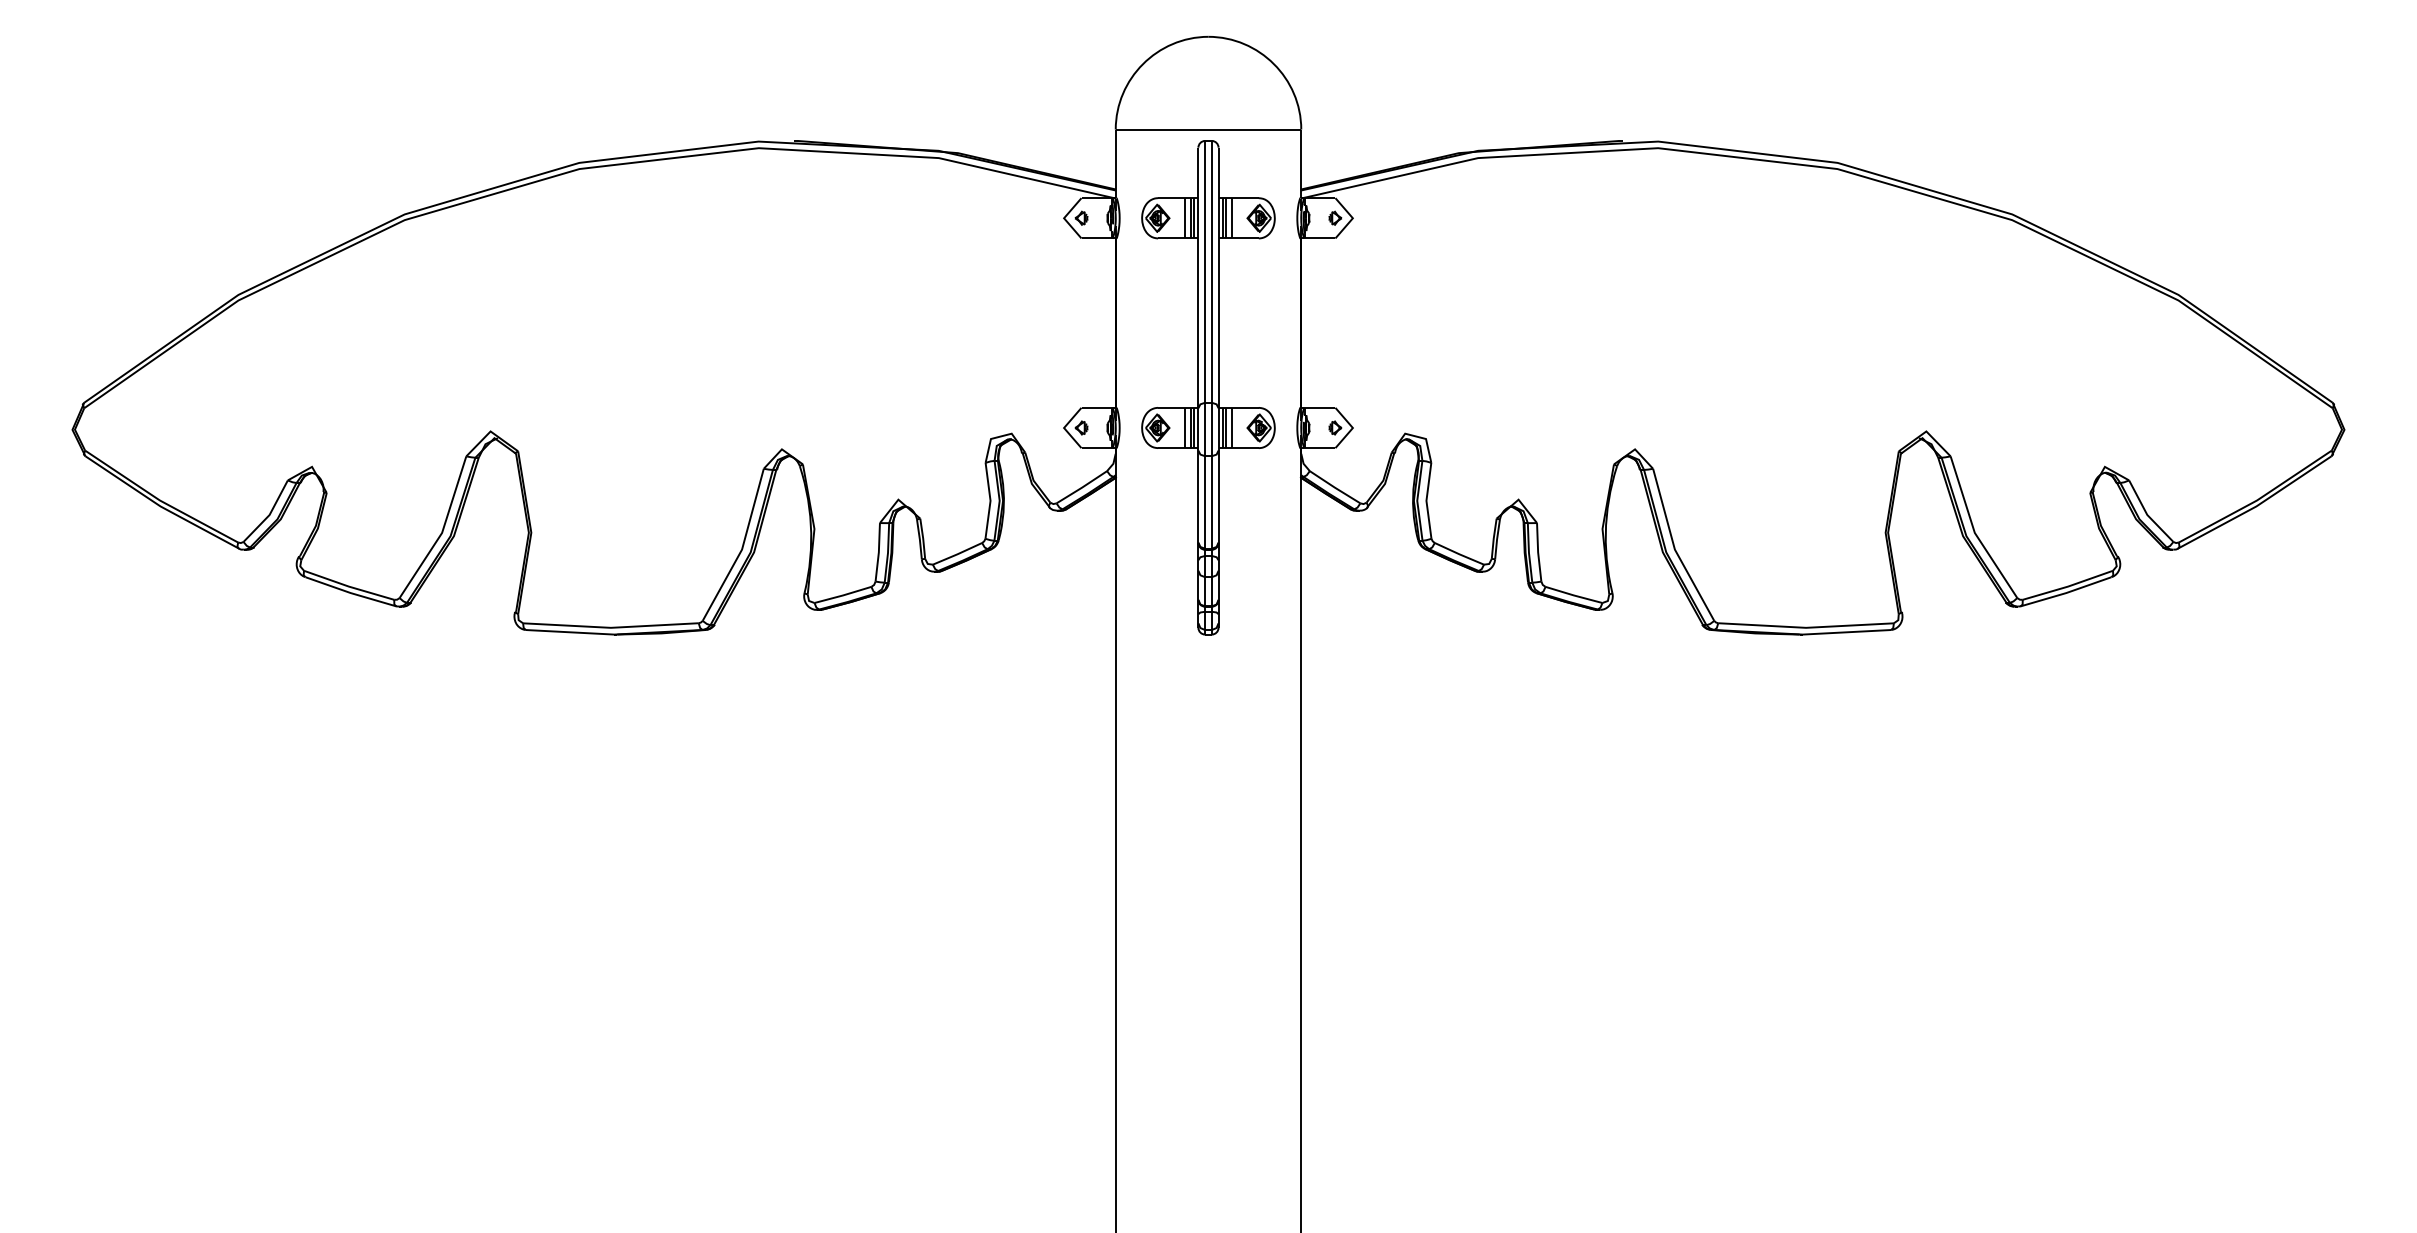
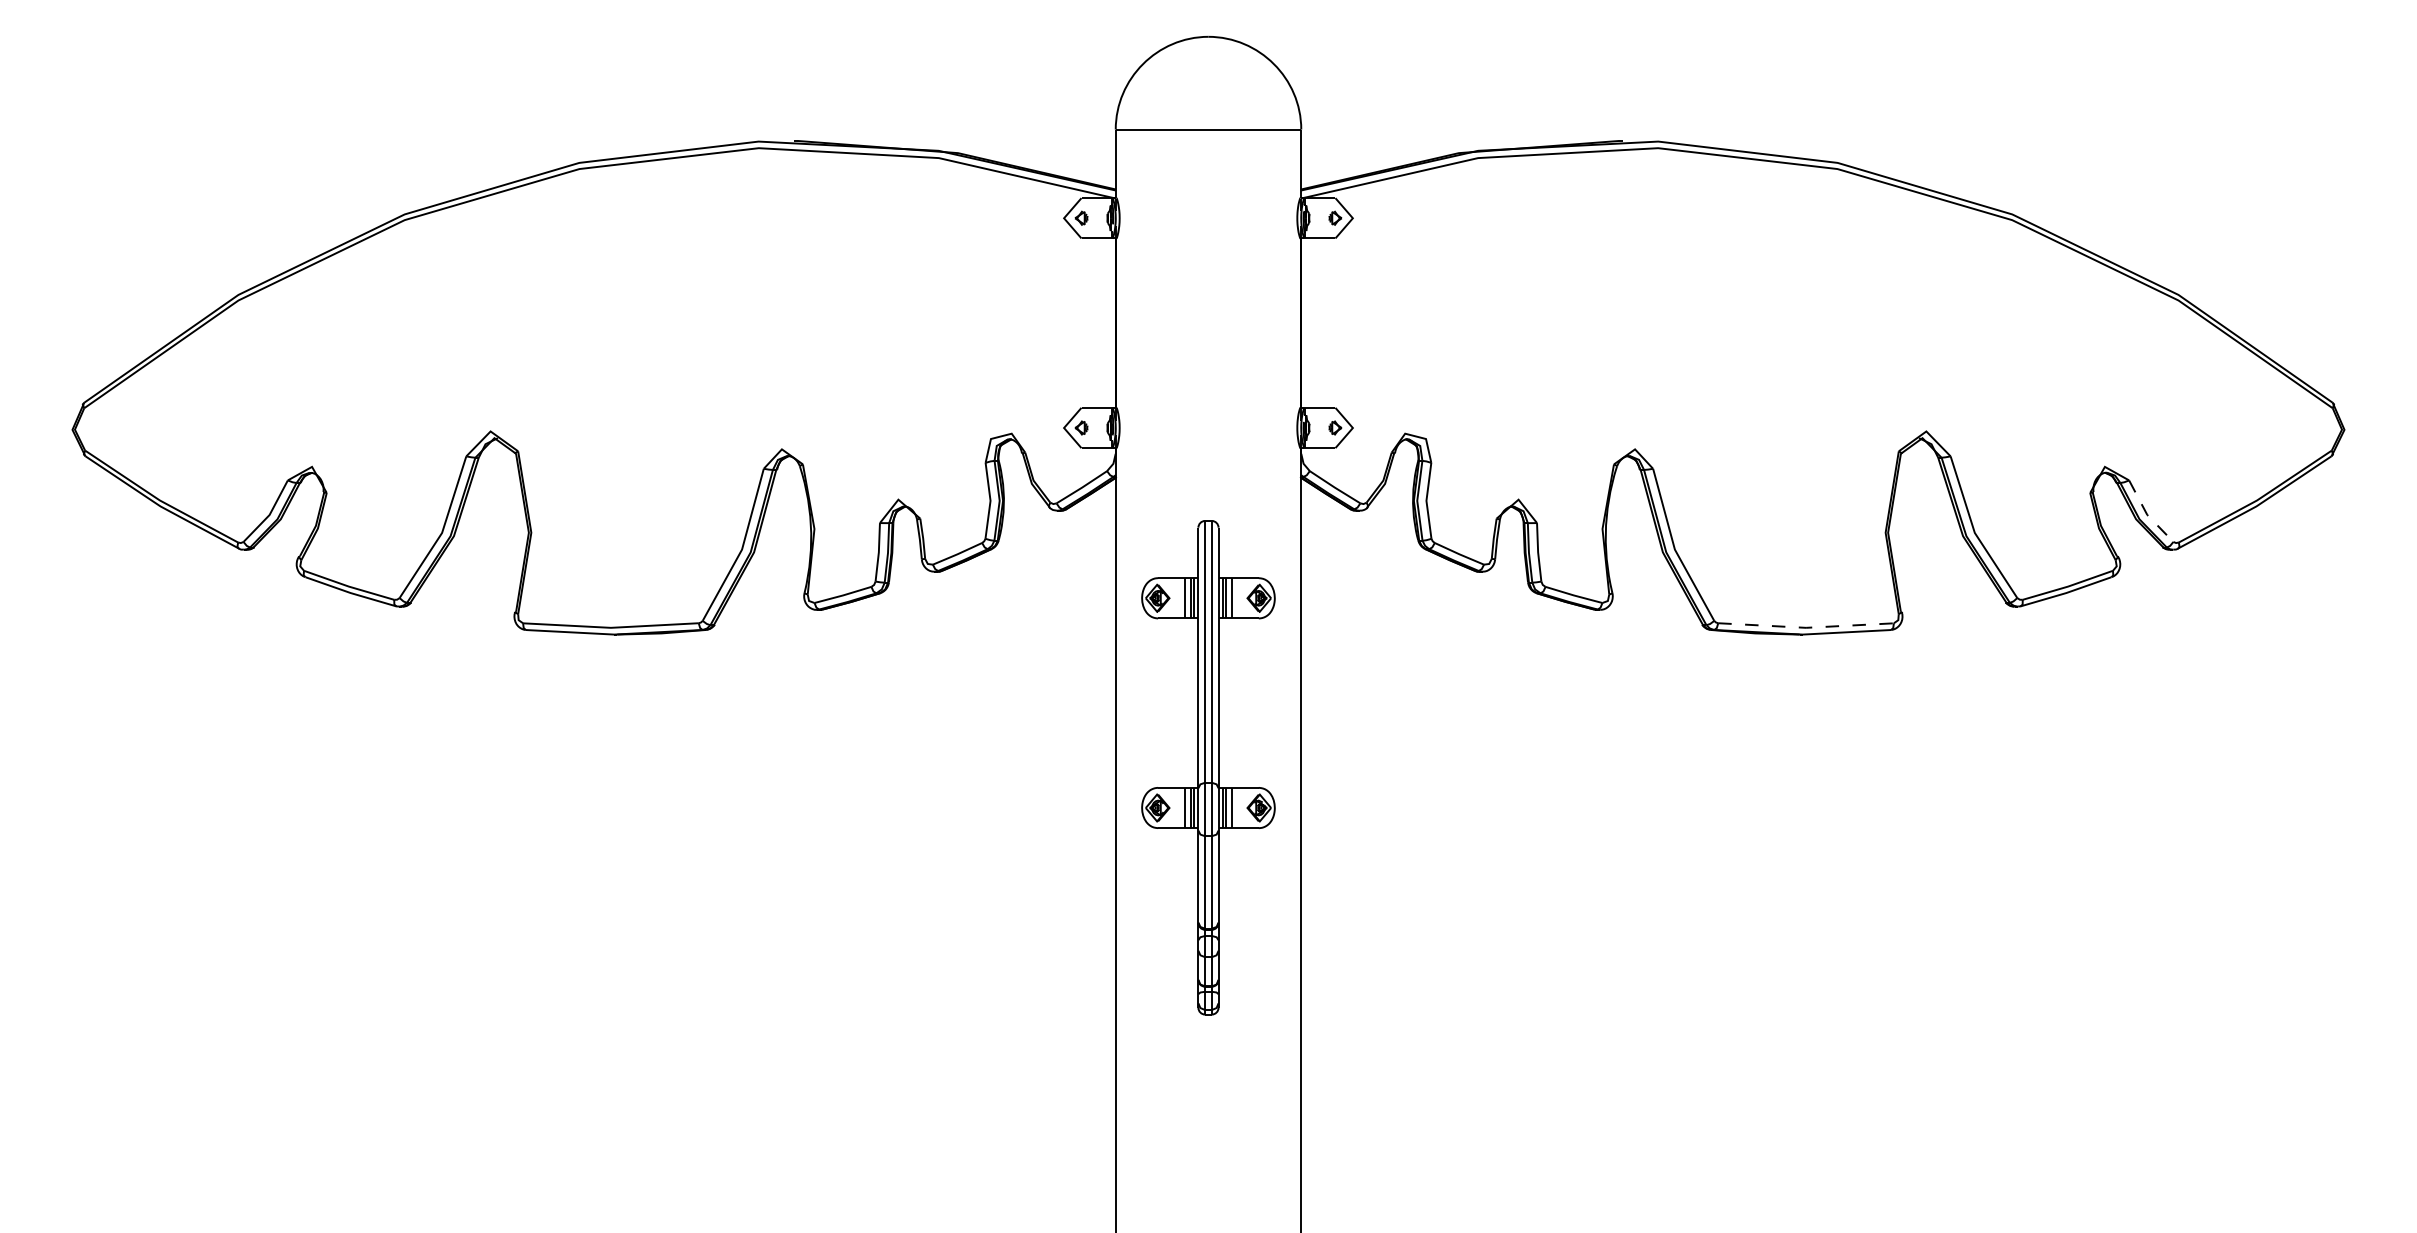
part at (1208, 387) position: (1208, 387) -> (1208, 767)
line at (2147, 514): solid -> dashed
line at (1806, 627): solid -> dashed
